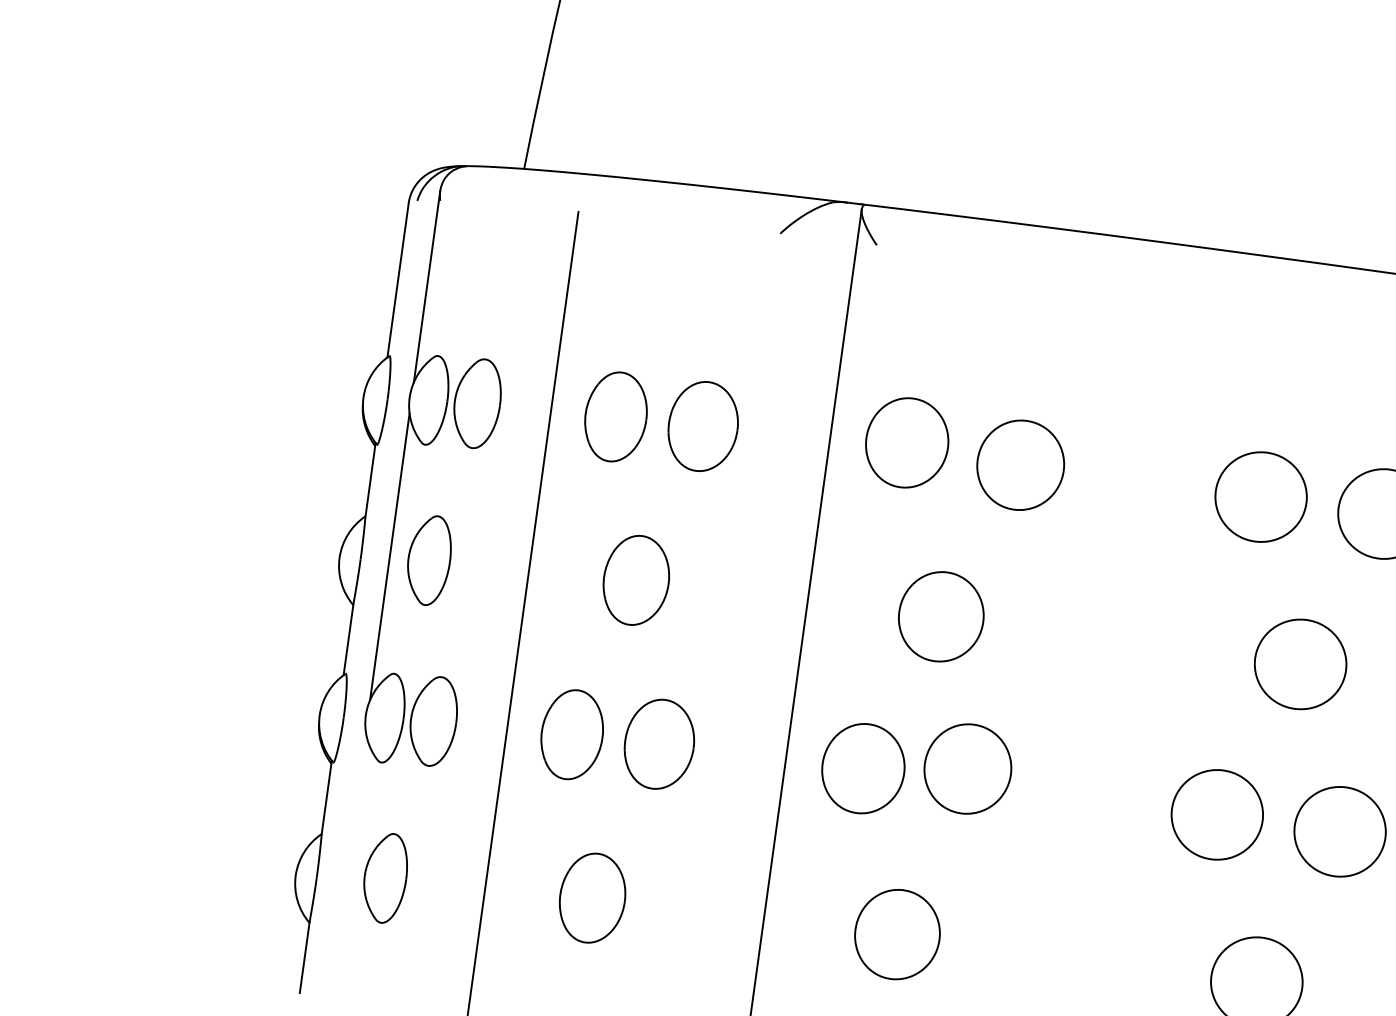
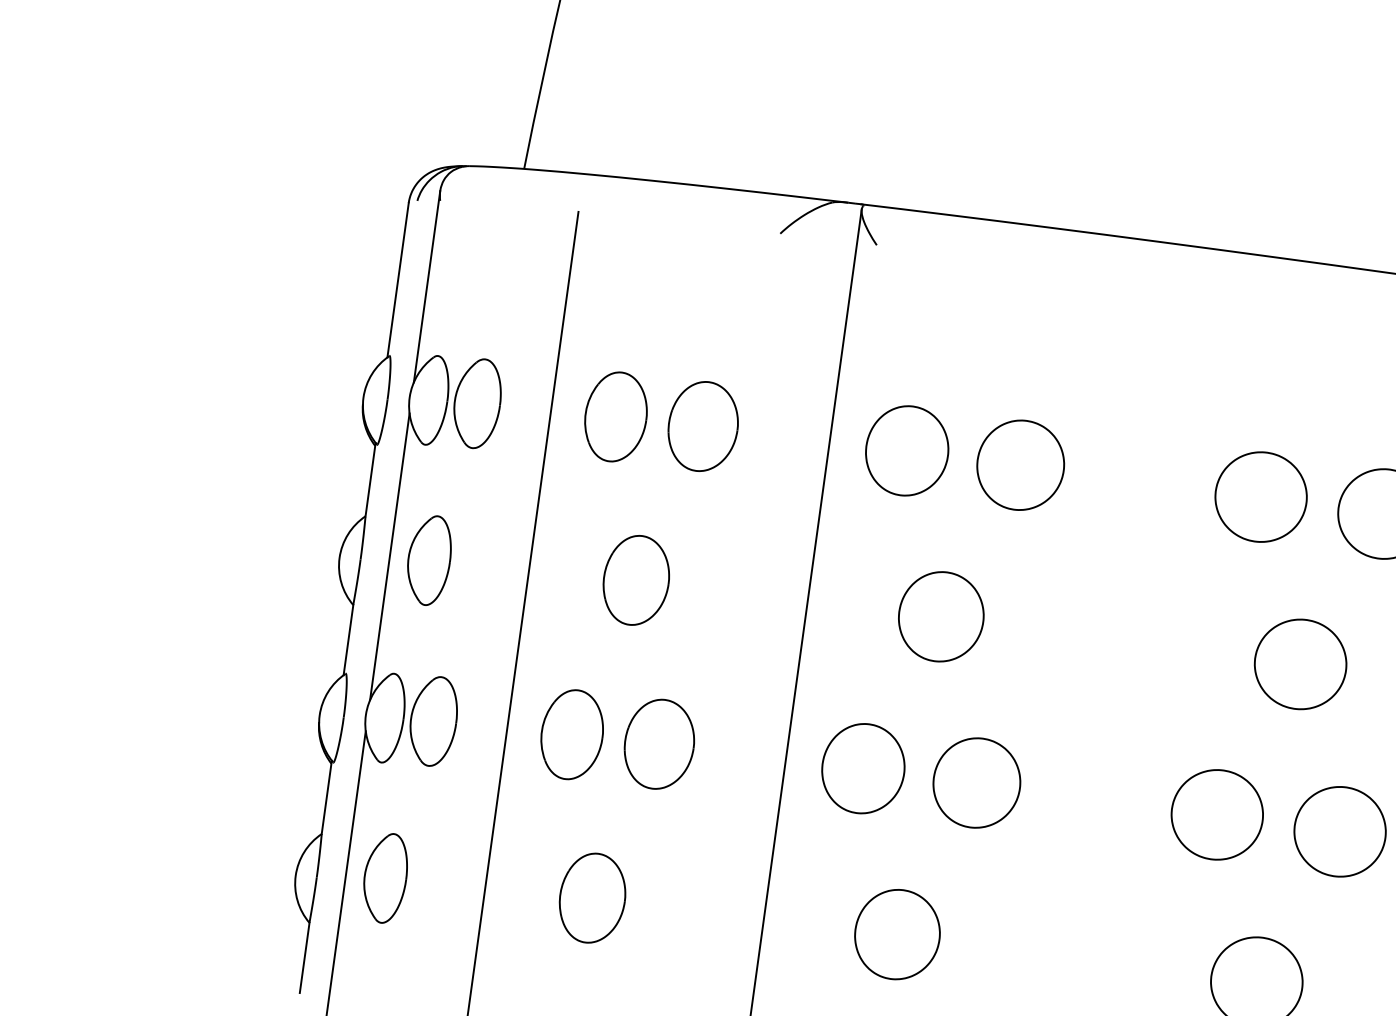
part at (907, 442) position: (907, 442) -> (907, 450)
part at (967, 768) position: (967, 768) -> (976, 782)
line at (346, 871): none -> present
